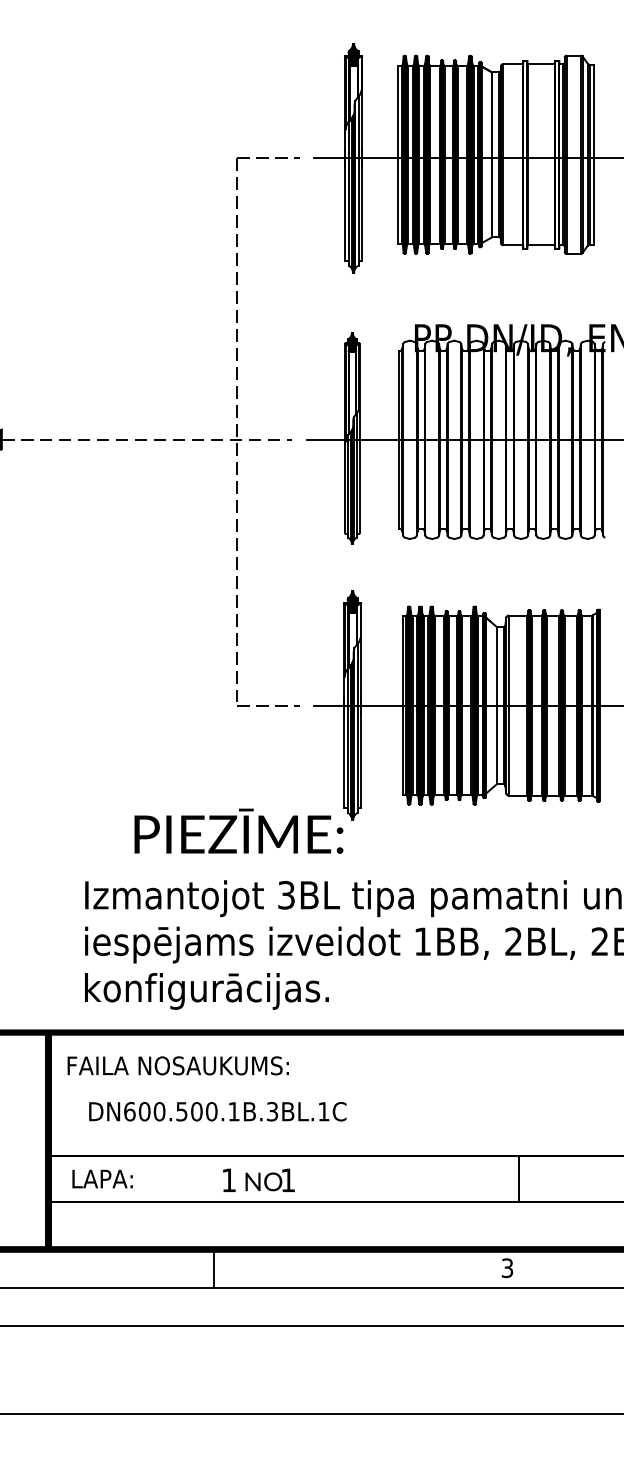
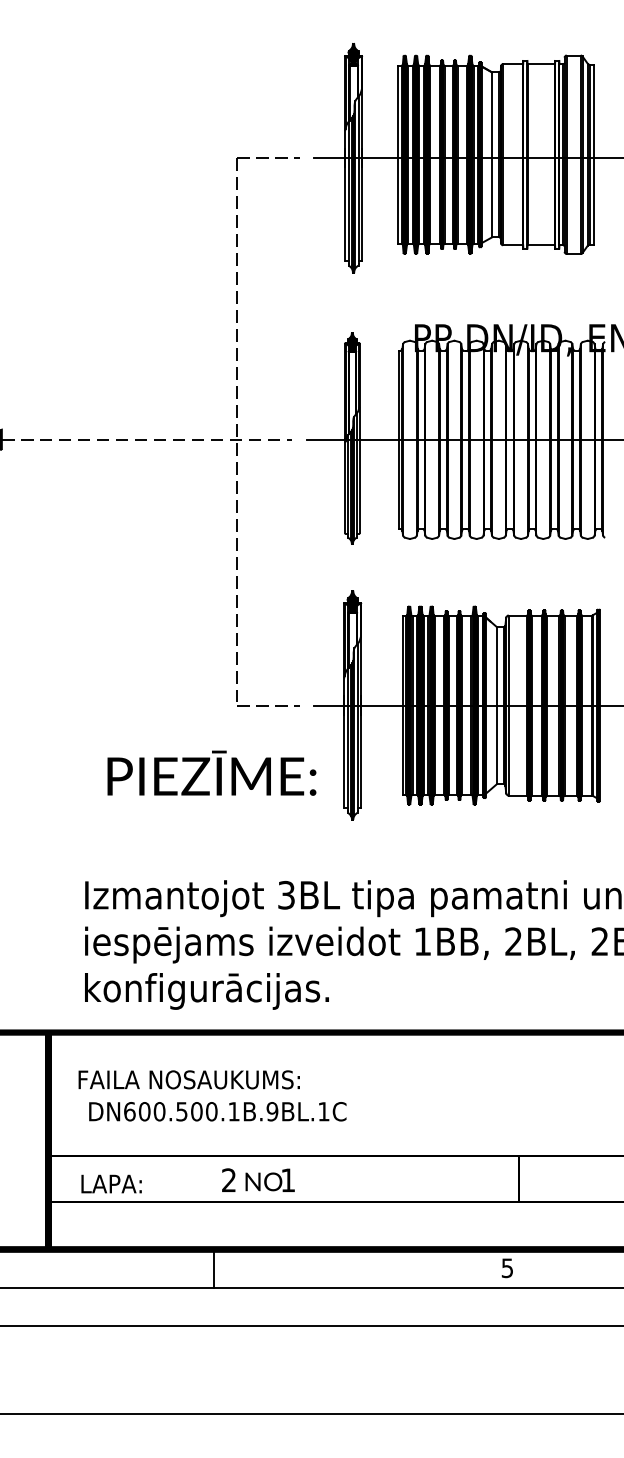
text at (238, 830) position: (238, 830) -> (211, 772)
text at (177, 1065) position: (177, 1065) -> (188, 1079)
text at (272, 1111): DN600.500.1B.3BL.1C -> DN600.500.1B.9BL.1C
text at (102, 1178) position: (102, 1178) -> (111, 1183)
text at (228, 1179): 1 -> 2
text at (507, 1267): 3 -> 5
